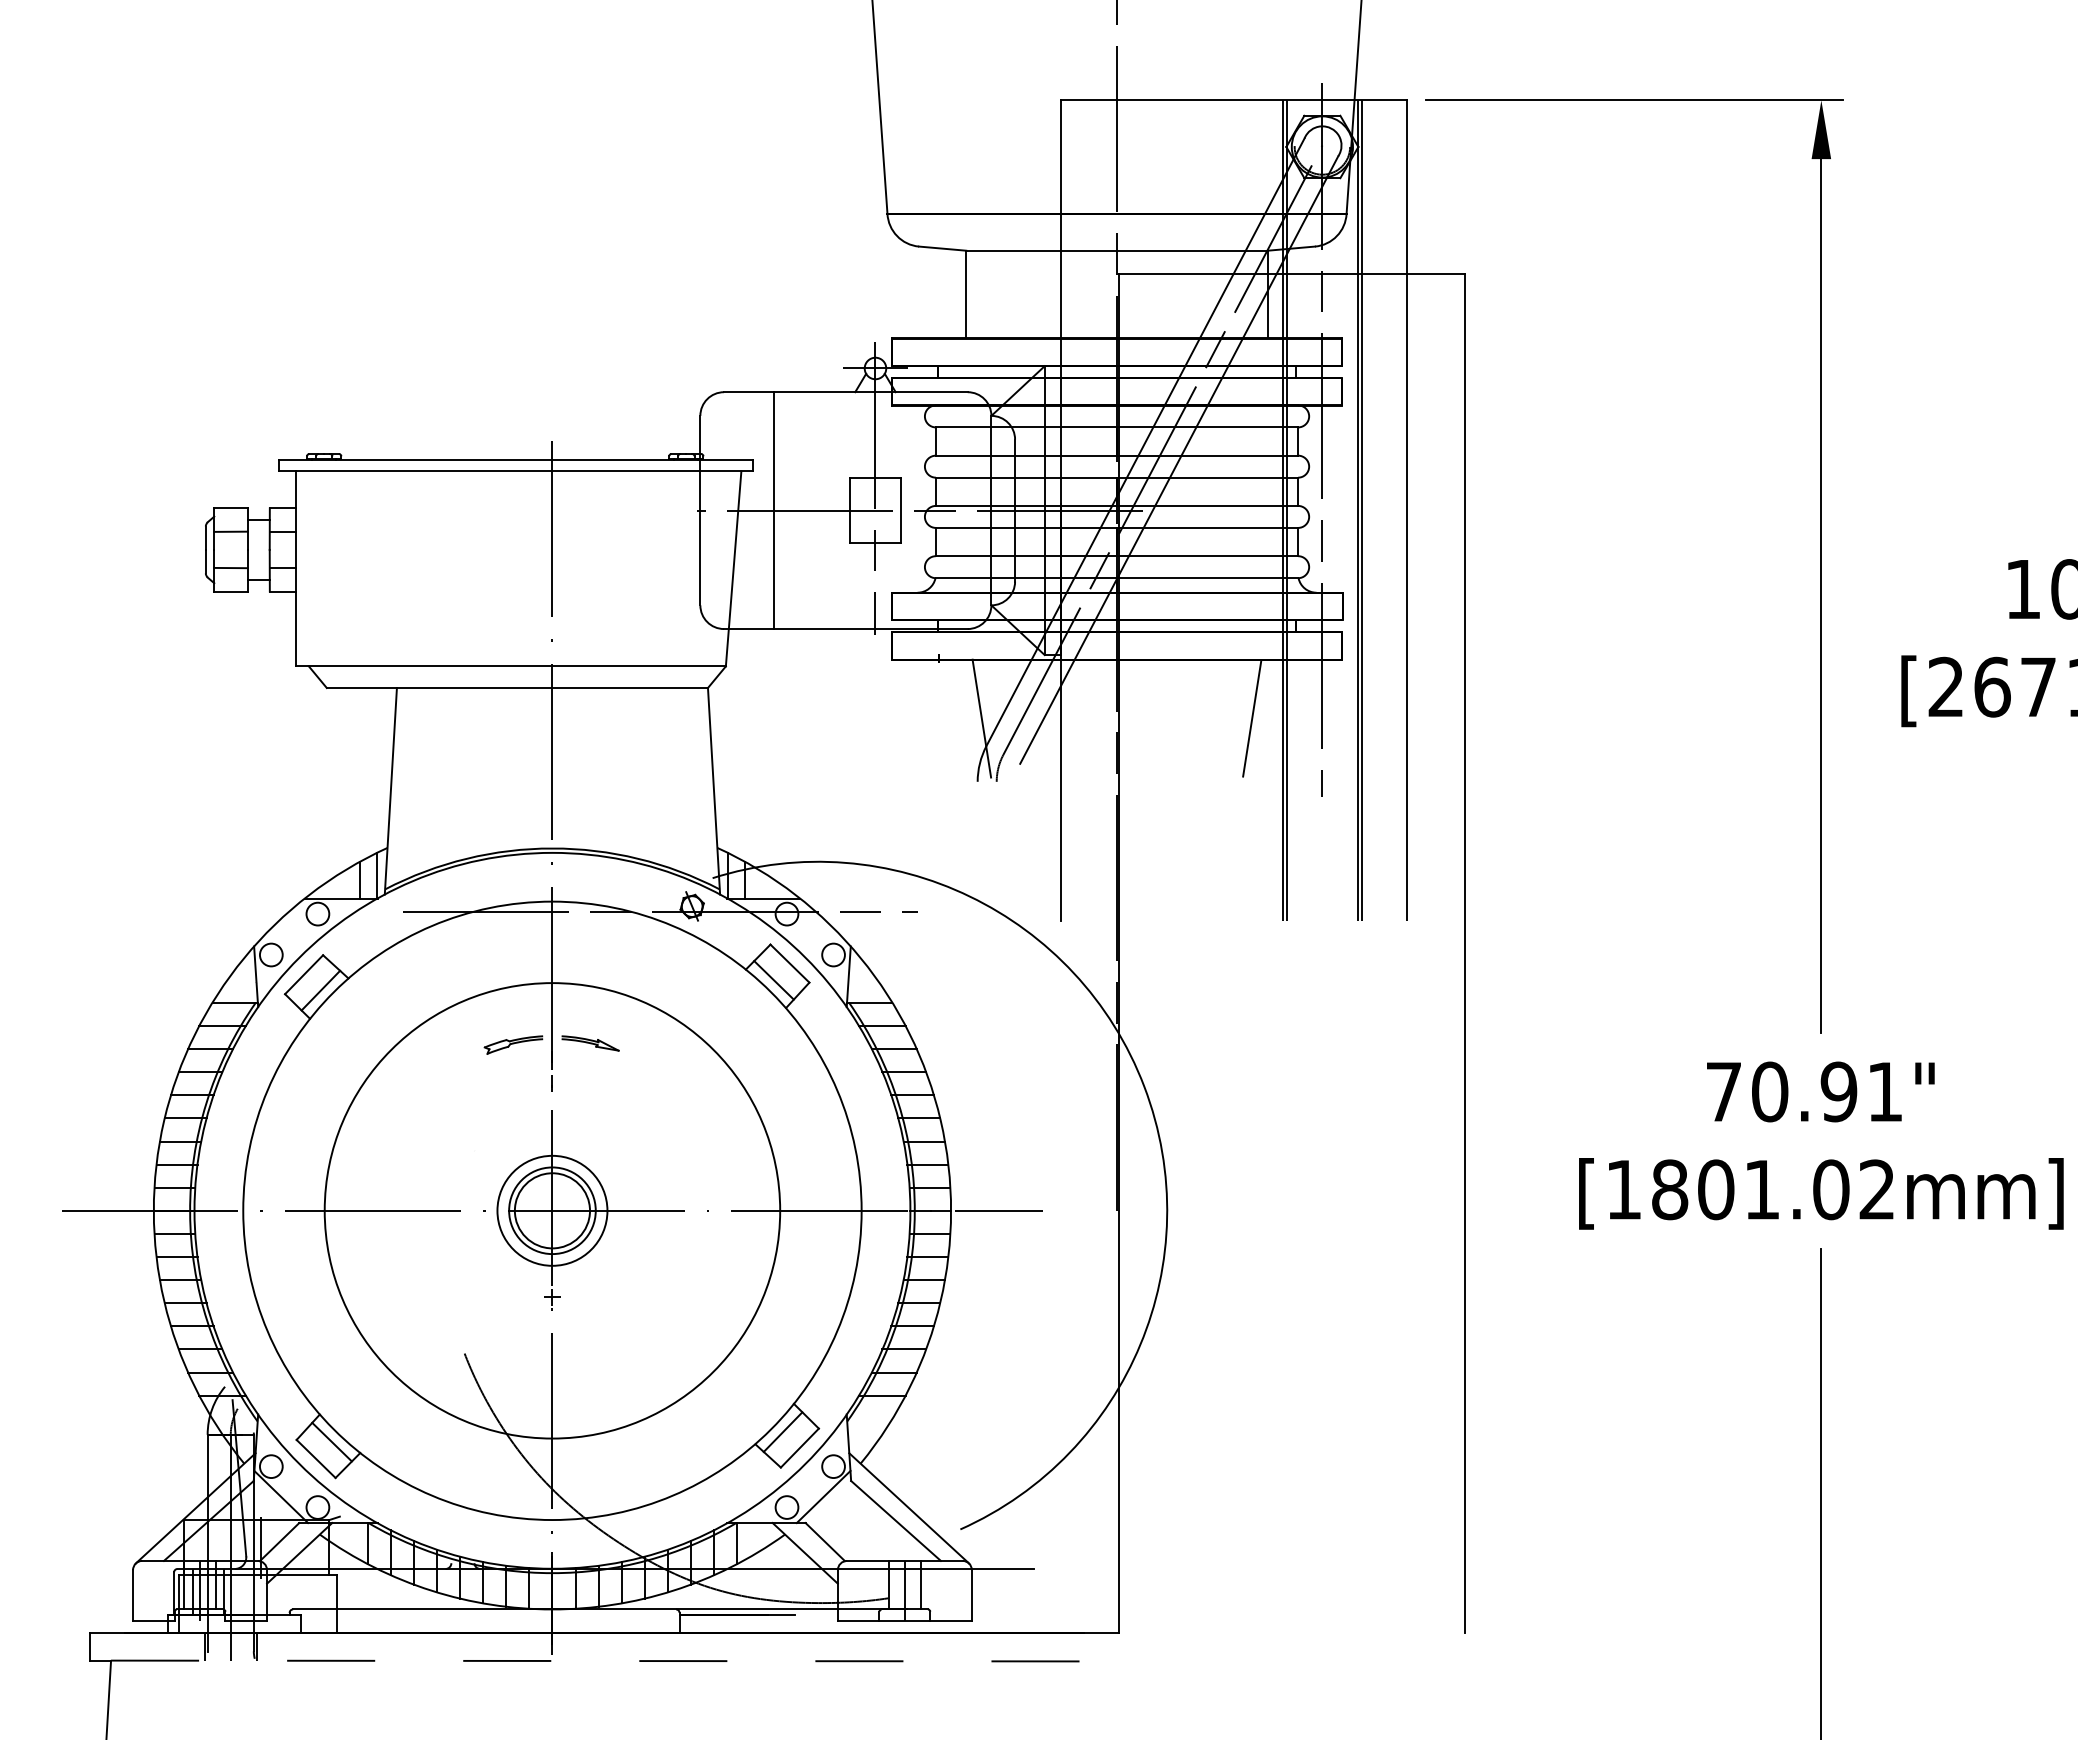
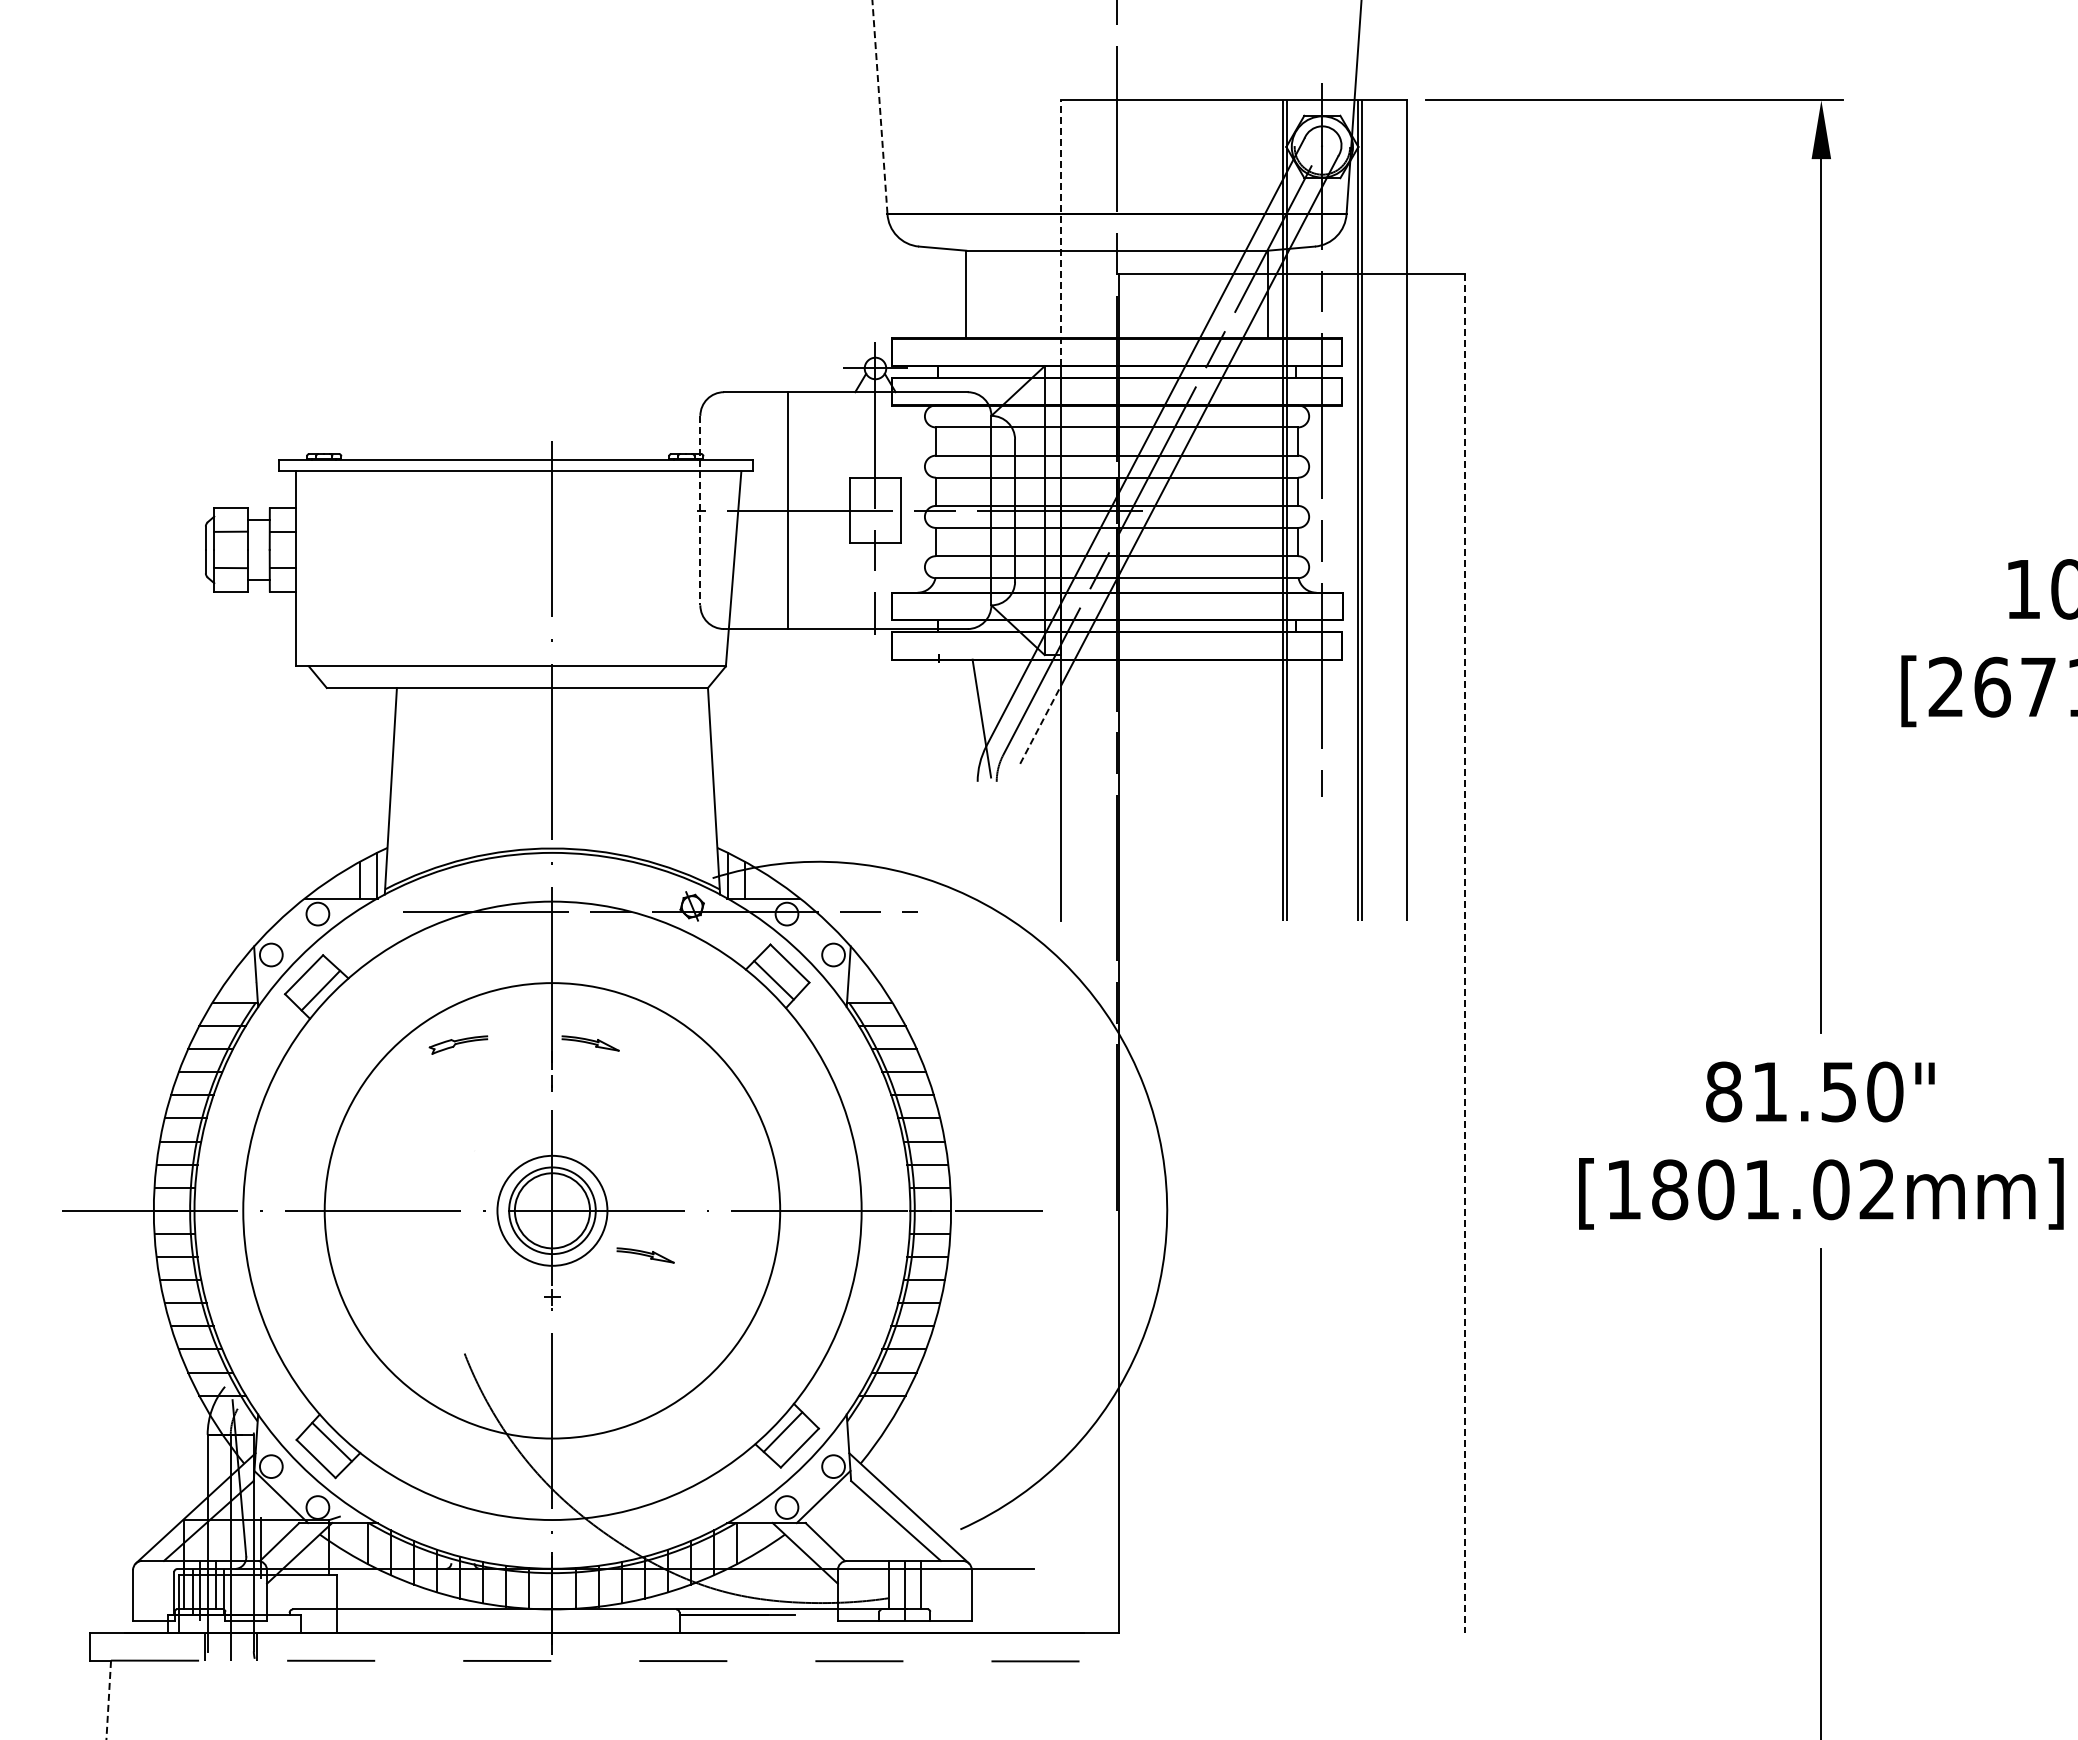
line at (879, 107): solid -> dashed
line at (1060, 233): solid -> dashed
line at (700, 510): solid -> dashed
line at (774, 510) position: (774, 510) -> (788, 510)
line at (1251, 718): present -> none
line at (1040, 725): solid -> dashed
line at (1465, 953): solid -> dashed
part at (513, 1044) position: (513, 1044) -> (458, 1044)
text at (1804, 1091): 70.91" -> 81.50"
part at (645, 1255): none -> present
line at (108, 1700): solid -> dashed
